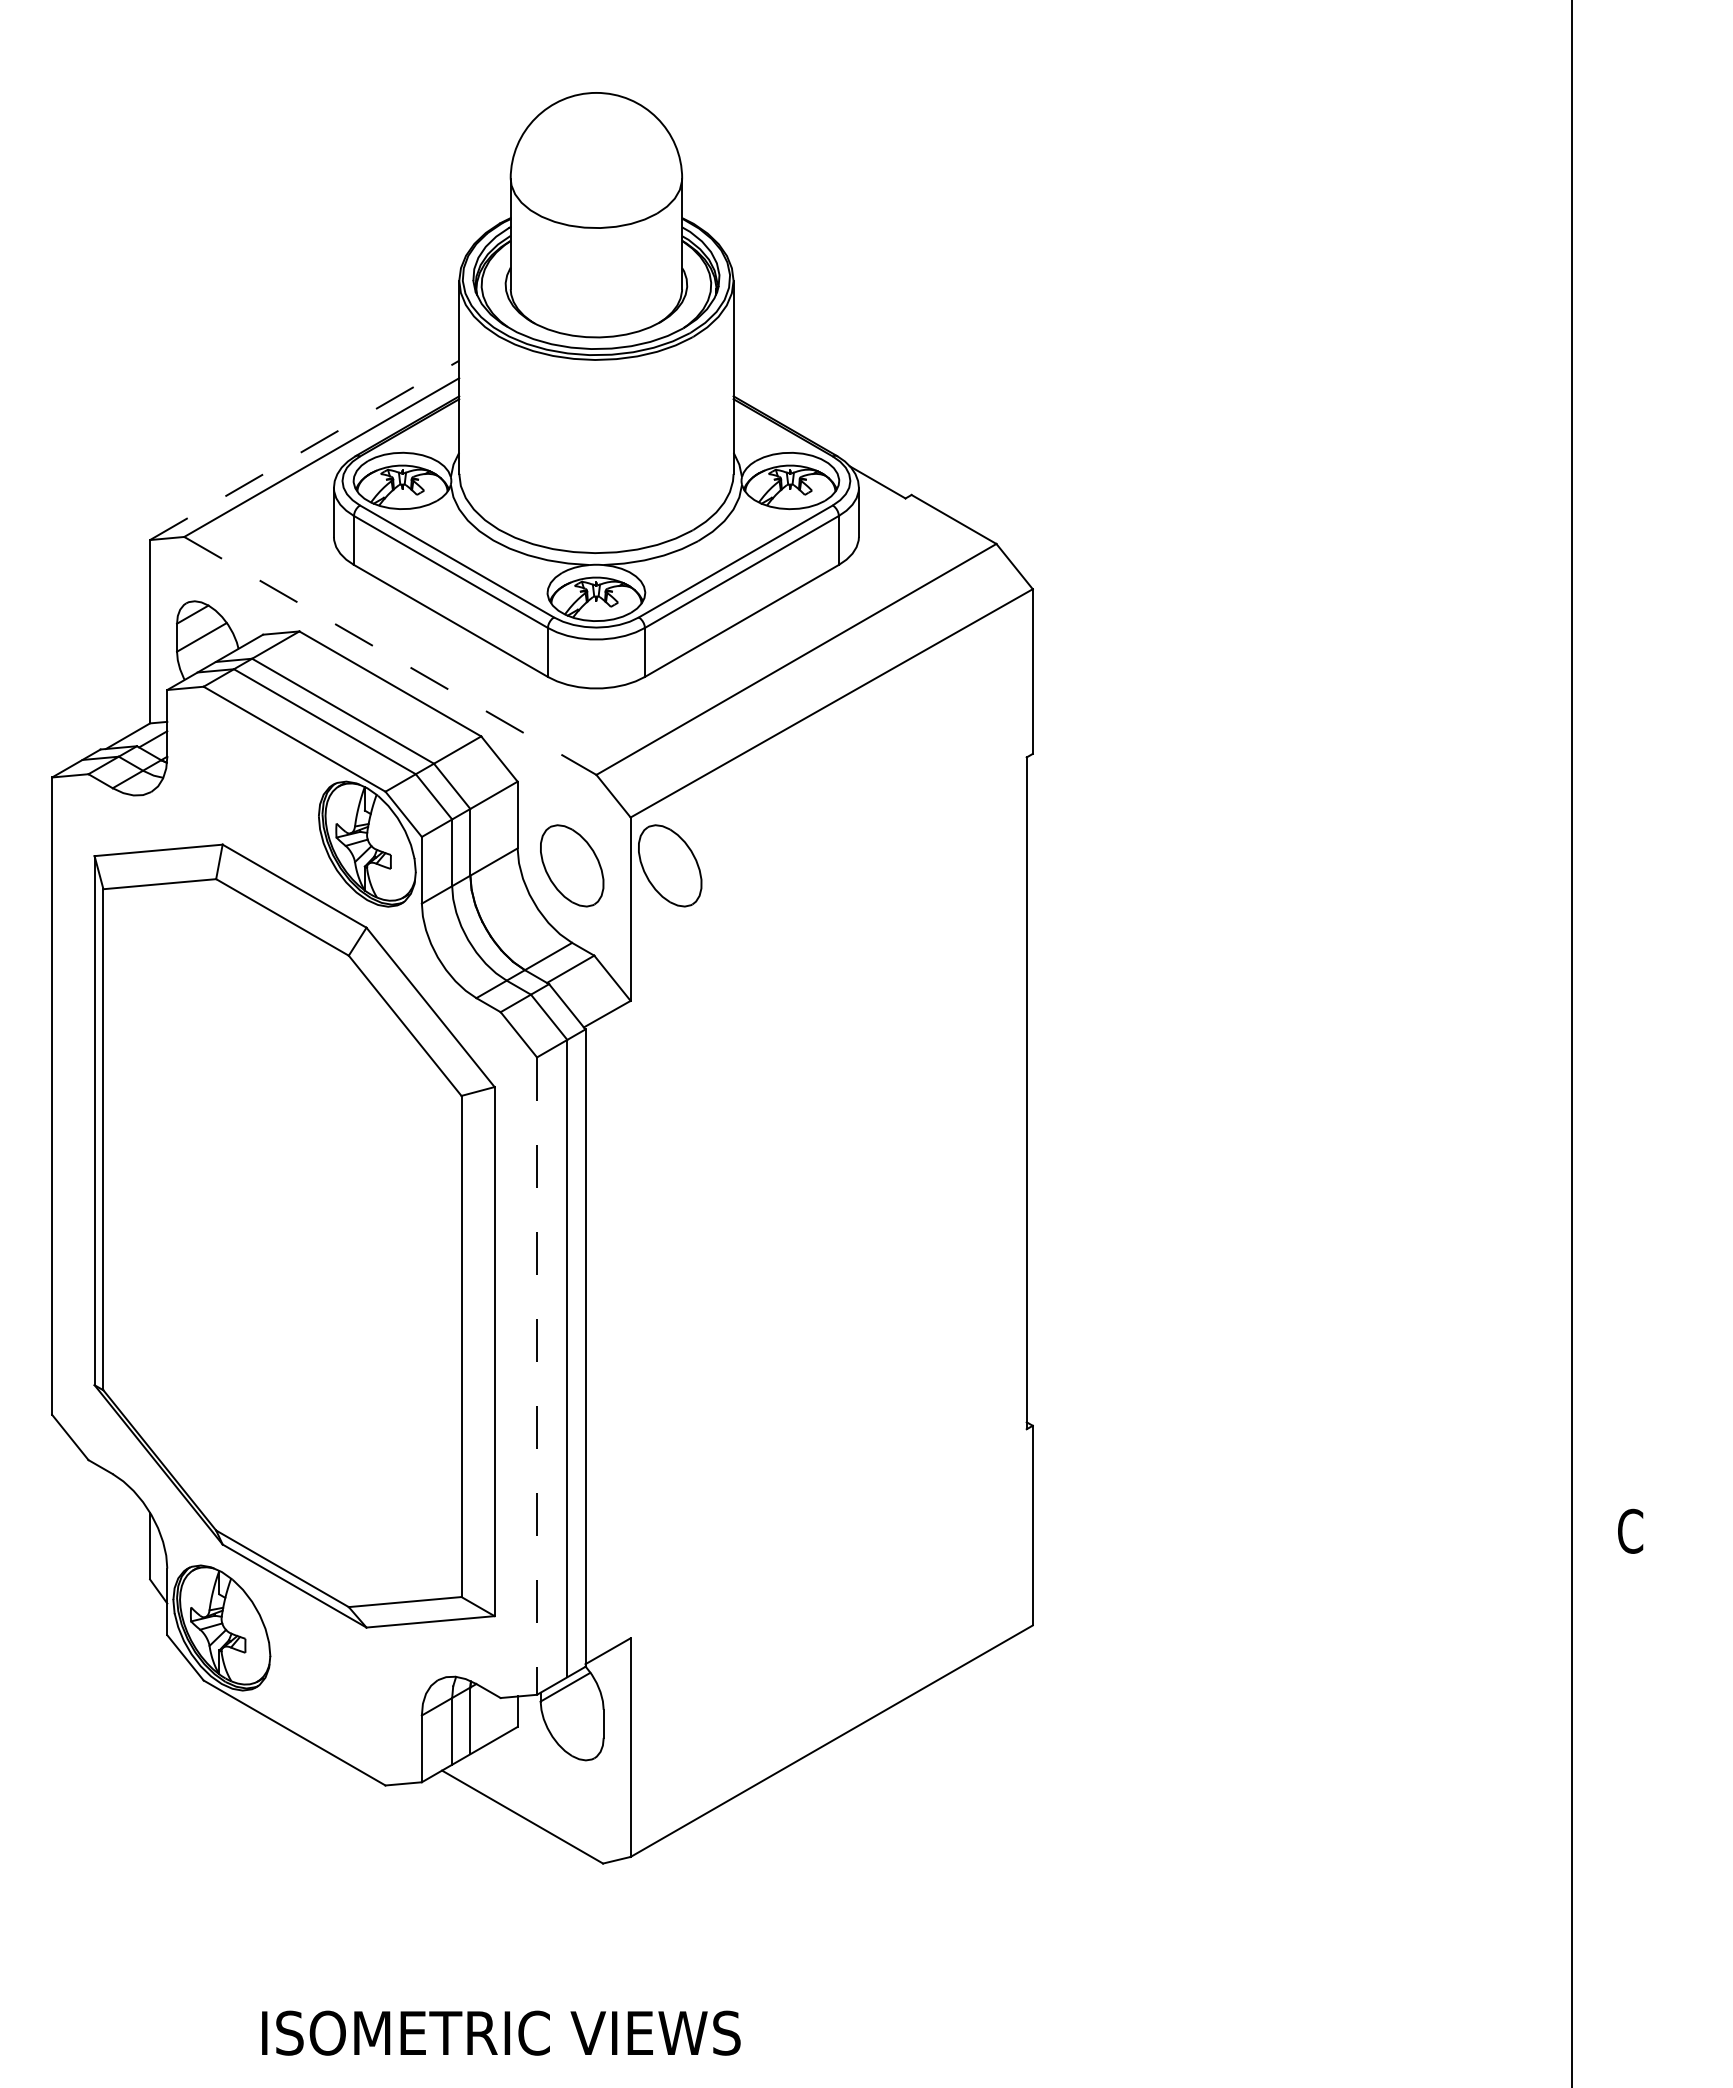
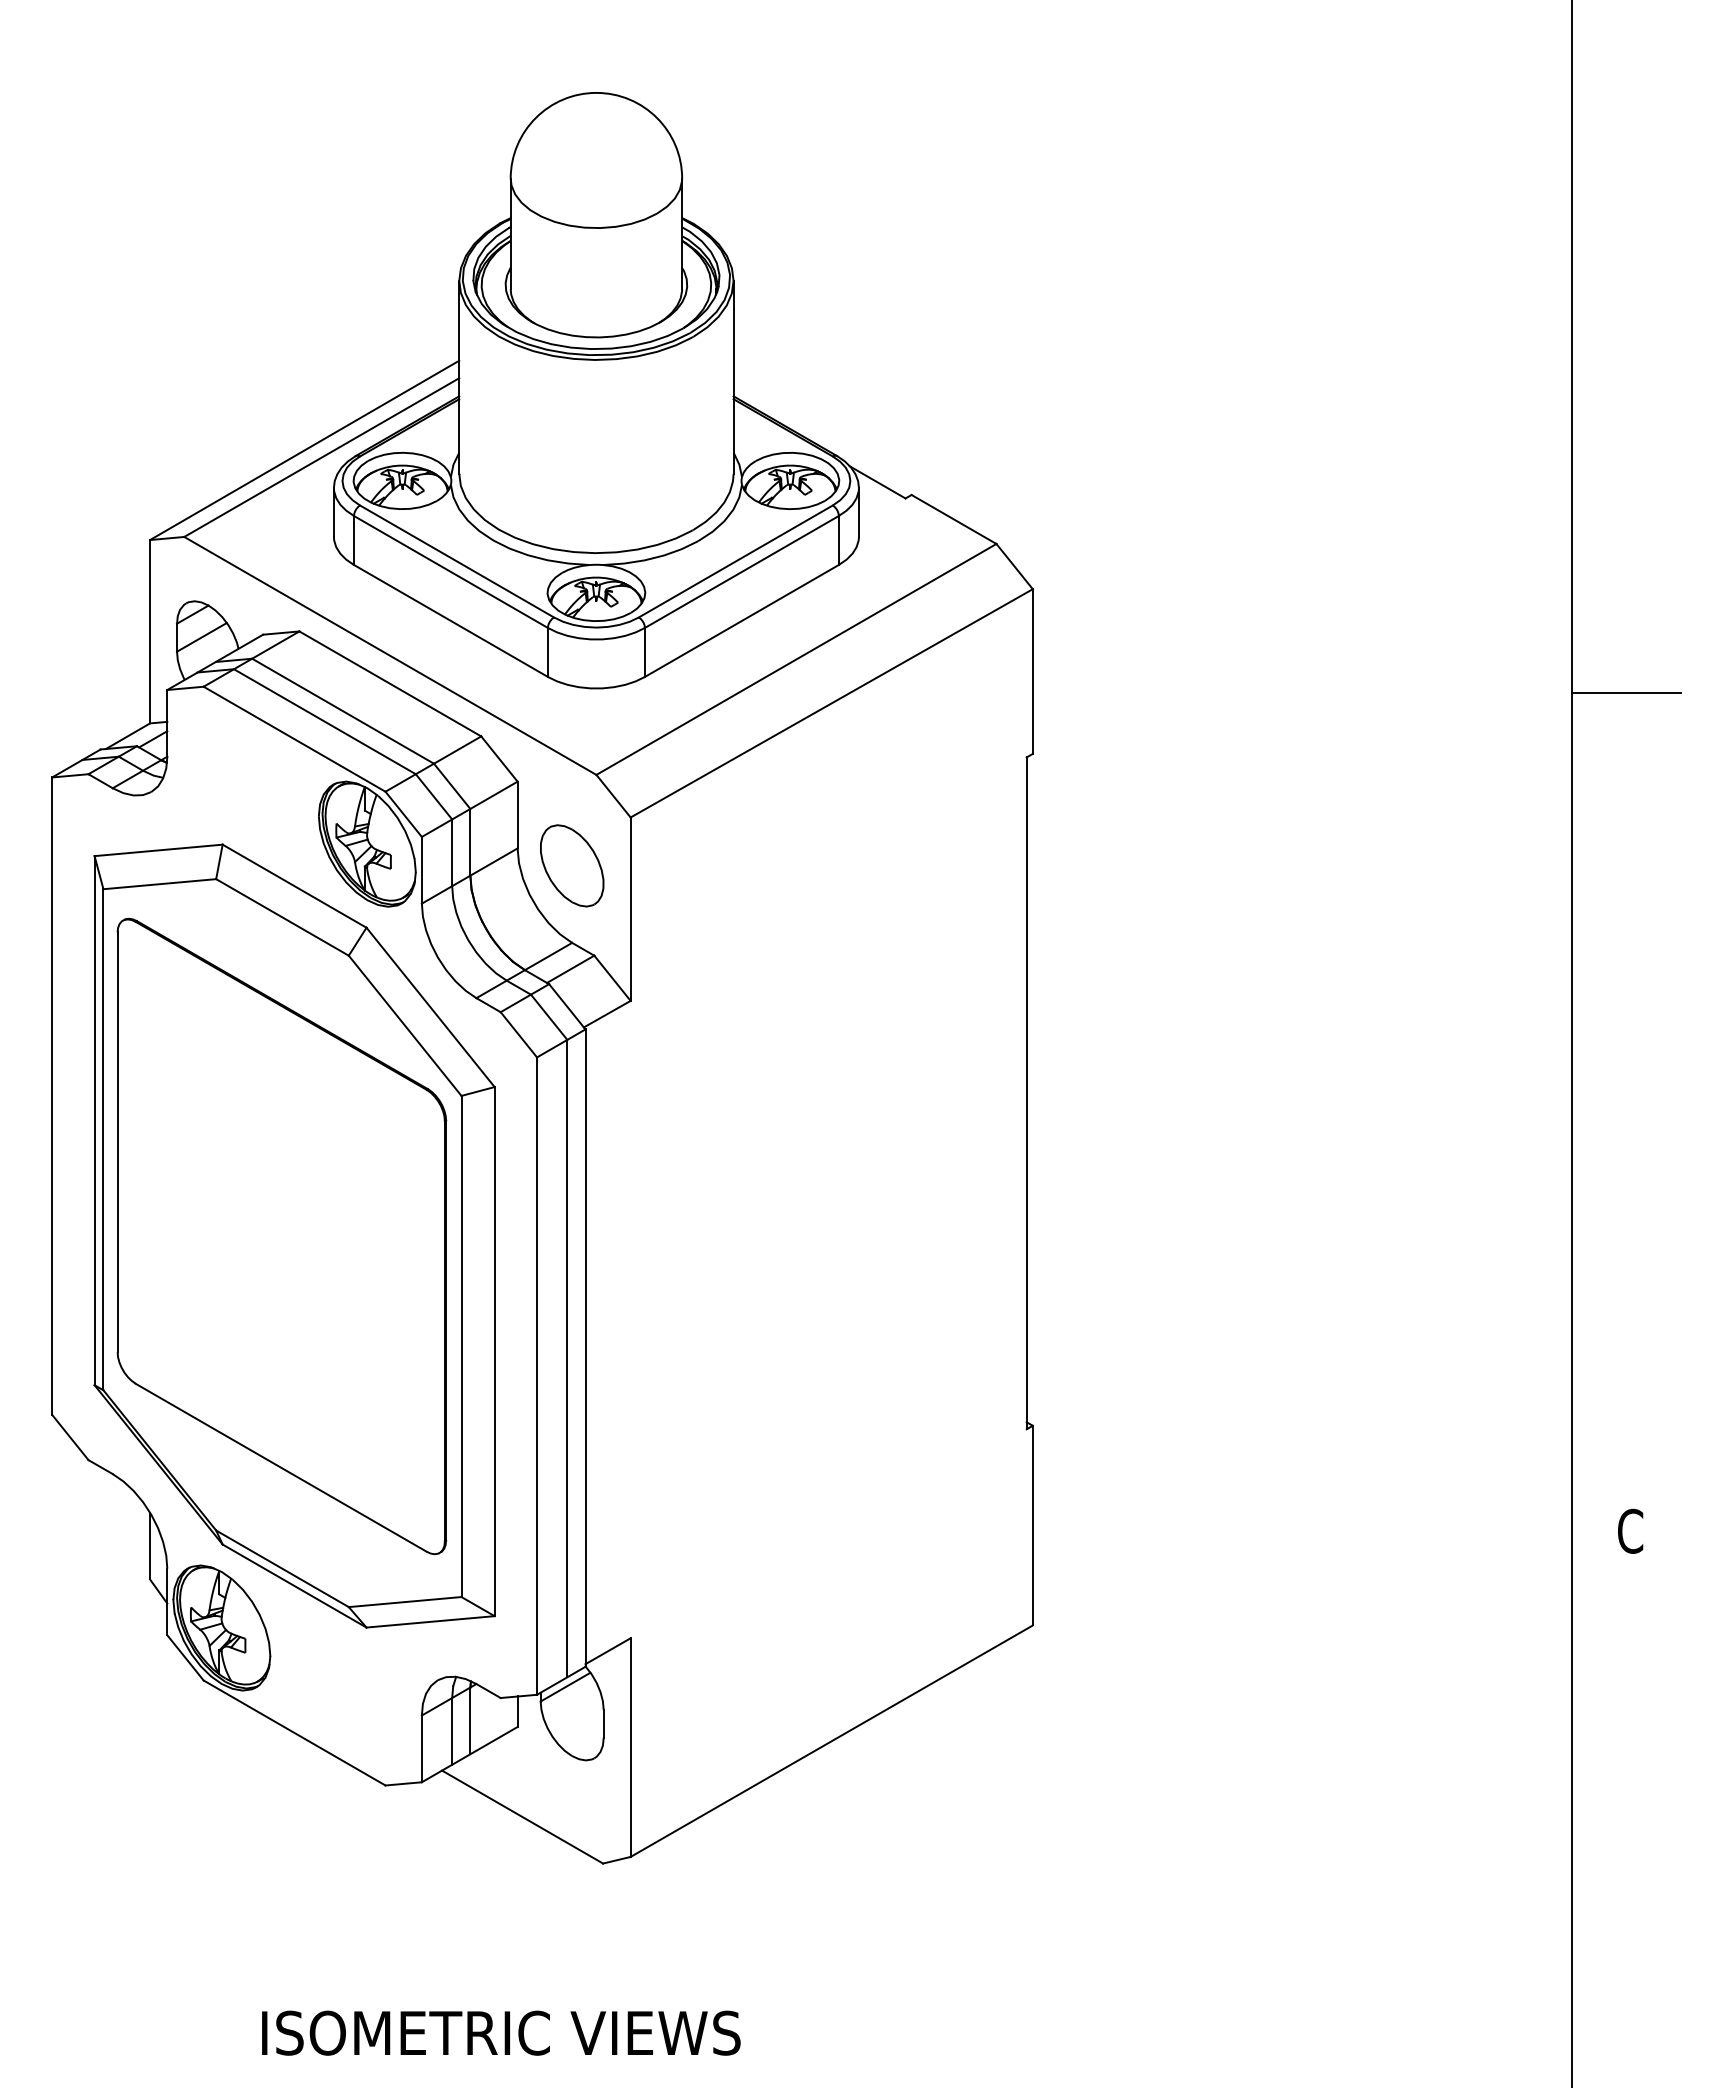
line at (304, 450): dashed -> solid
line at (390, 655): dashed -> solid
line at (1625, 693): none -> present
part at (670, 865): present -> none
part at (281, 1236): none -> present
line at (537, 1376): dashed -> solid
